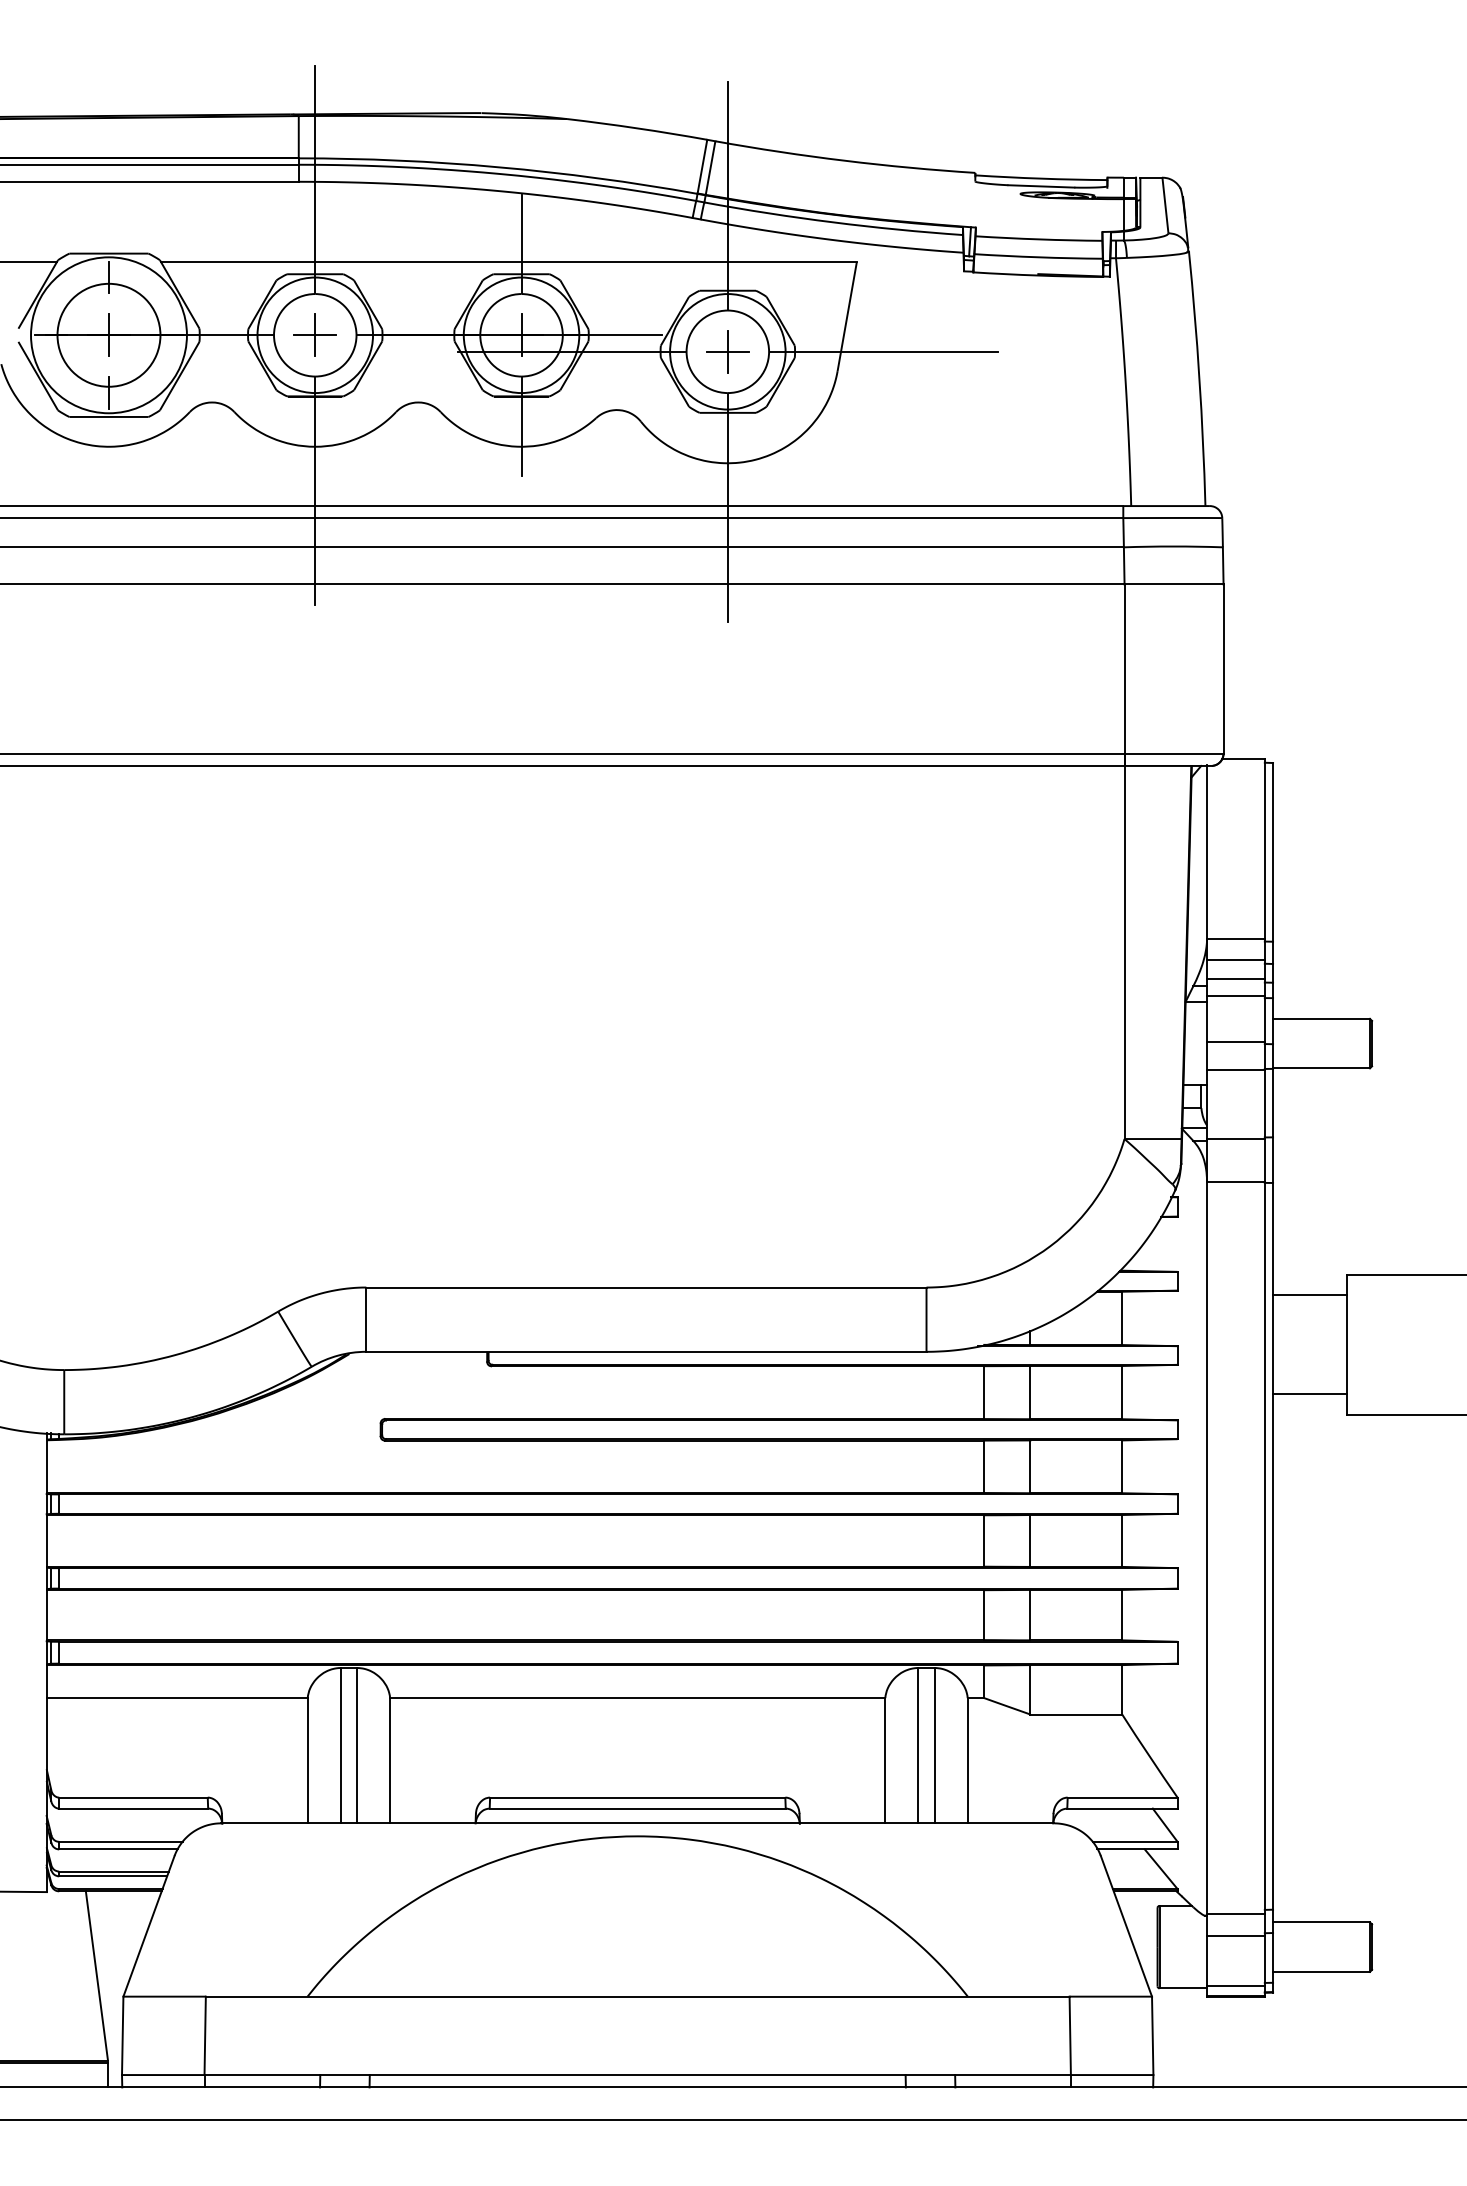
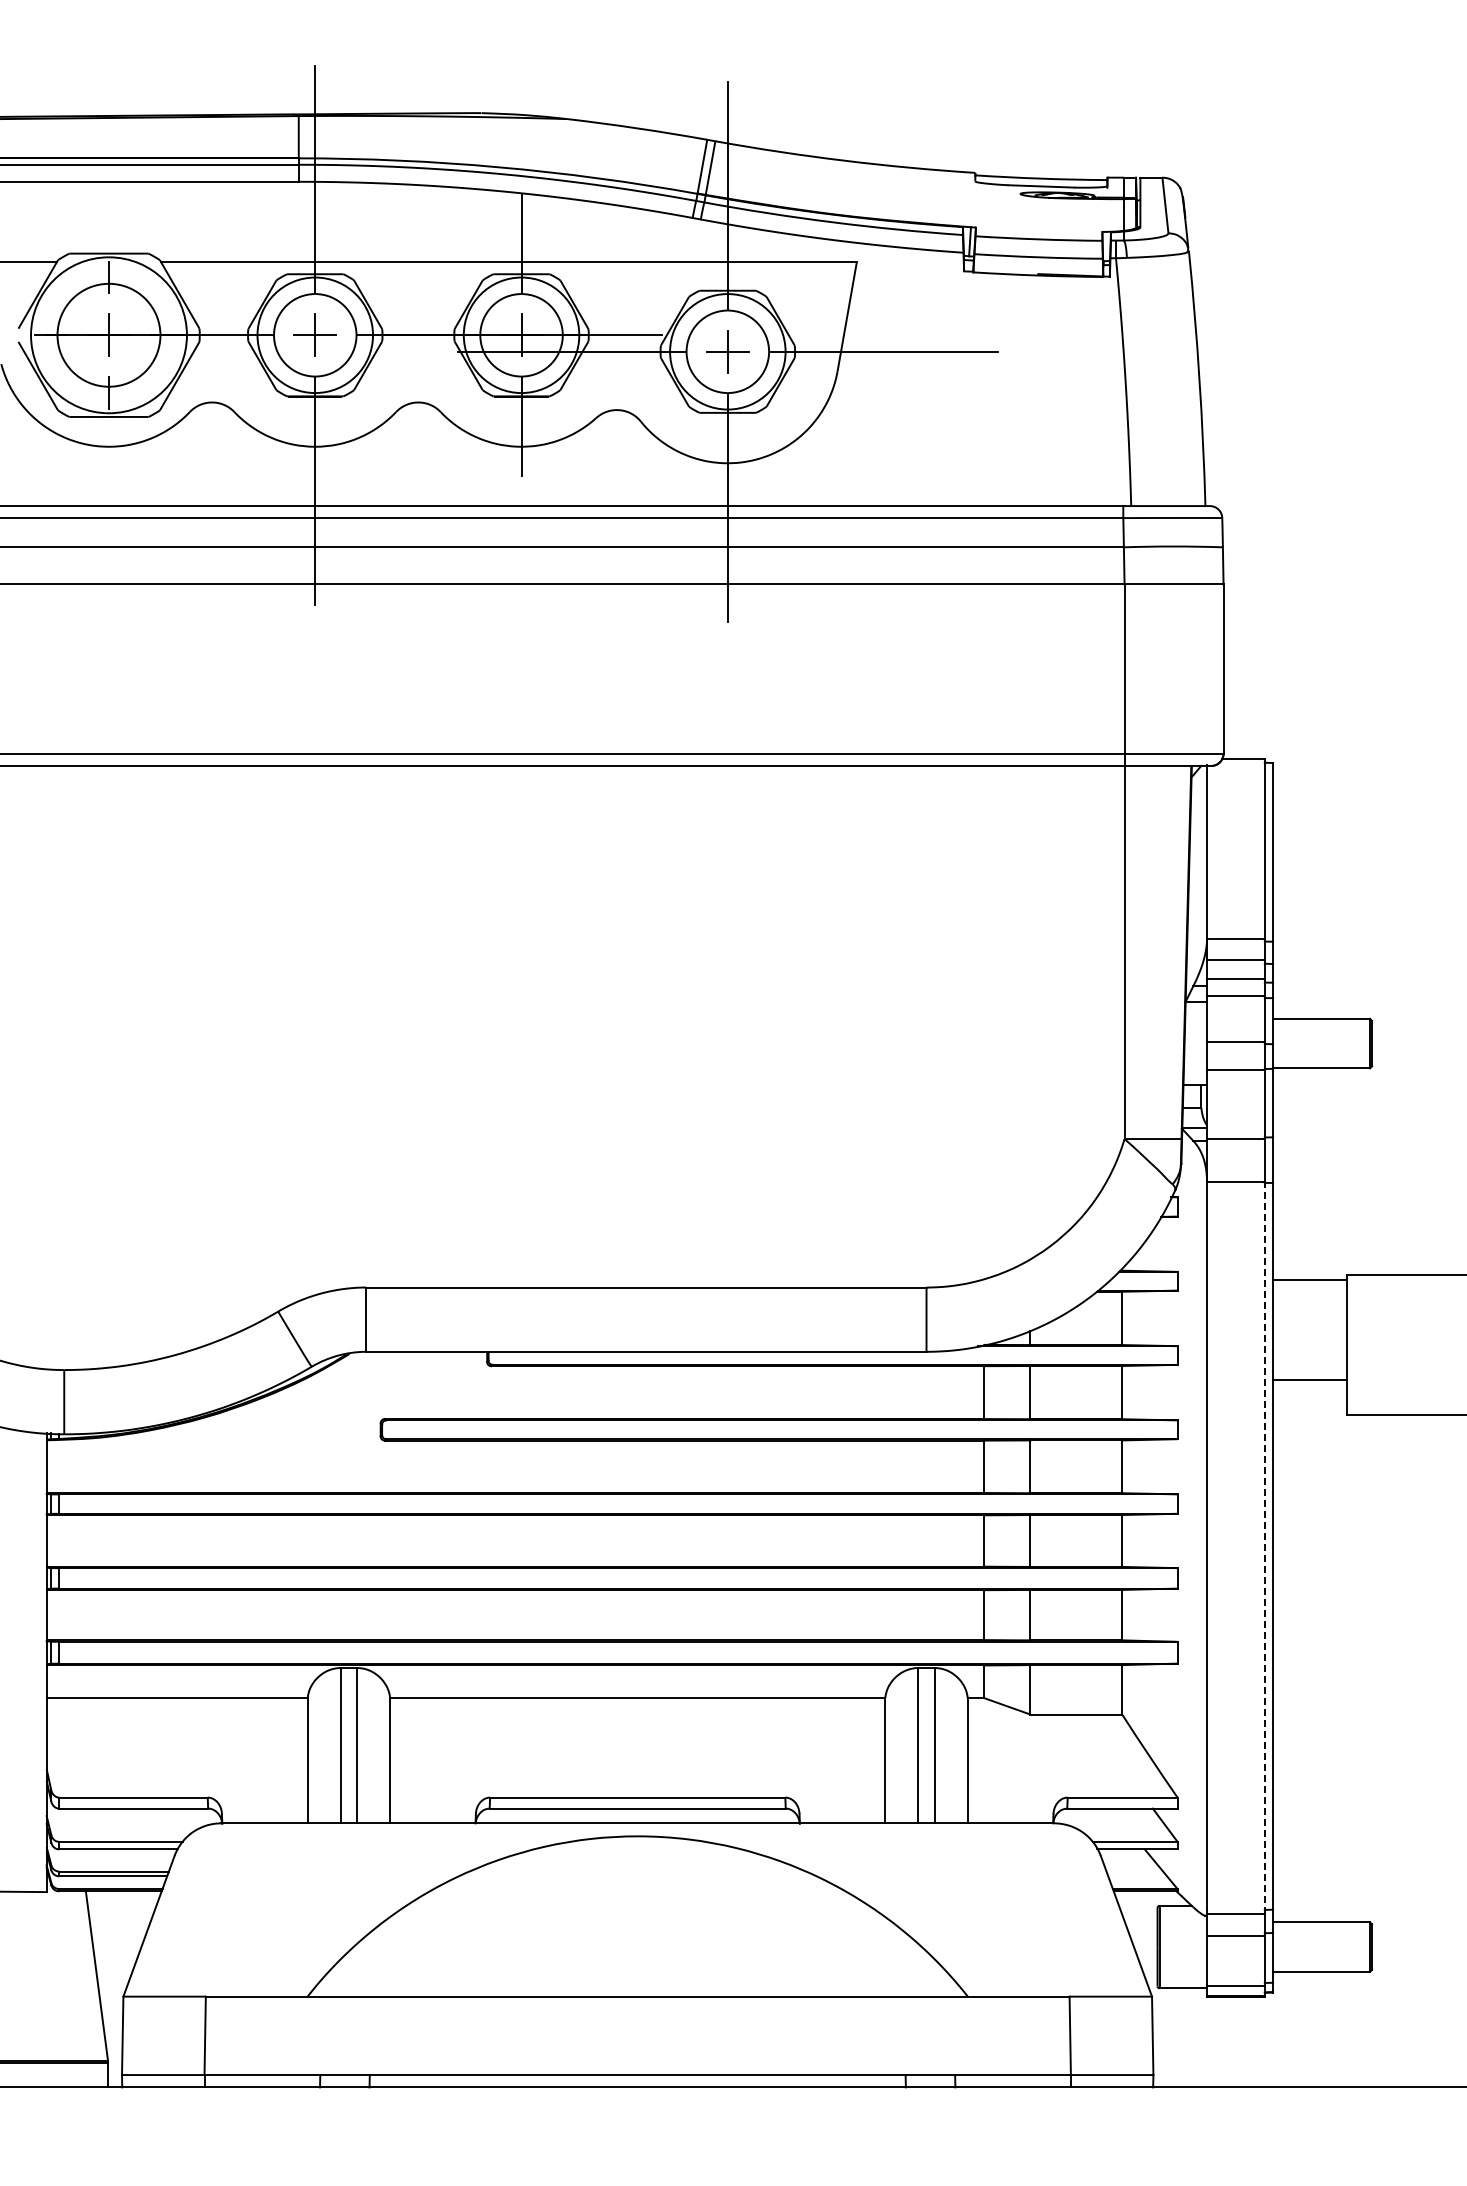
line at (1310, 1295) position: (1310, 1295) -> (1310, 1280)
line at (1310, 1394) position: (1310, 1394) -> (1310, 1380)
line at (1264, 1547): solid -> dashed
line at (732, 2120): present -> none
